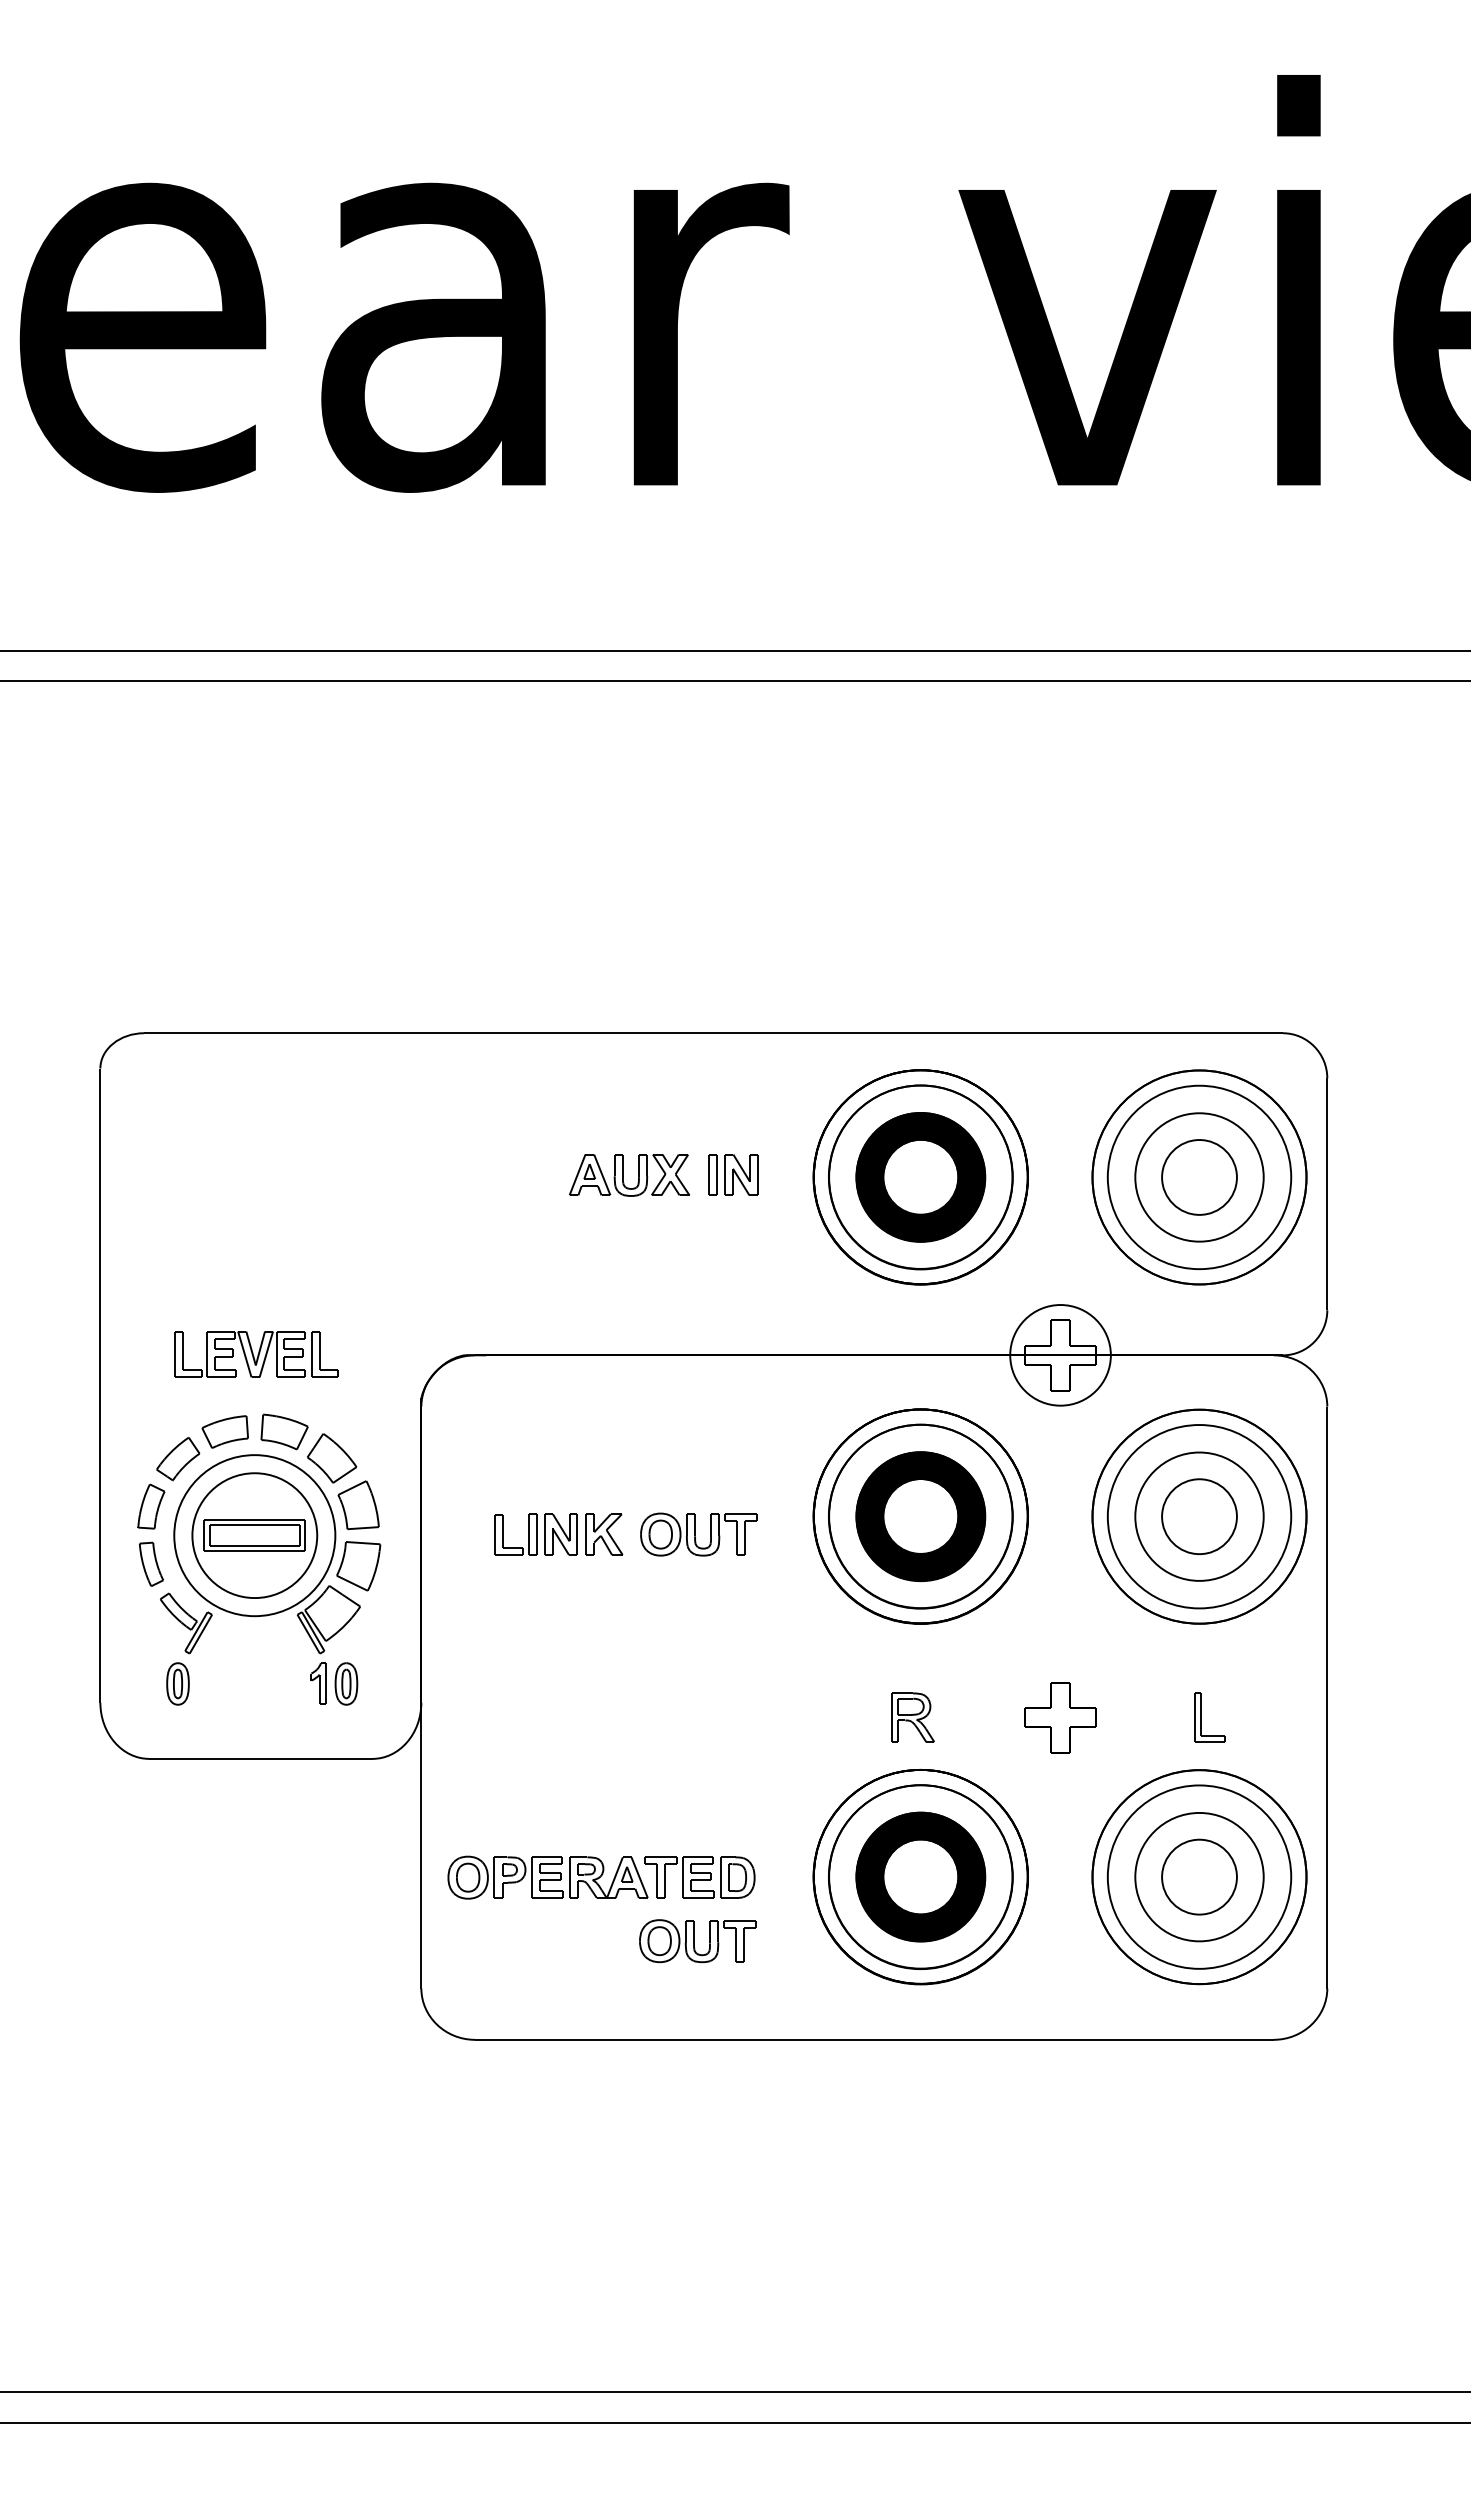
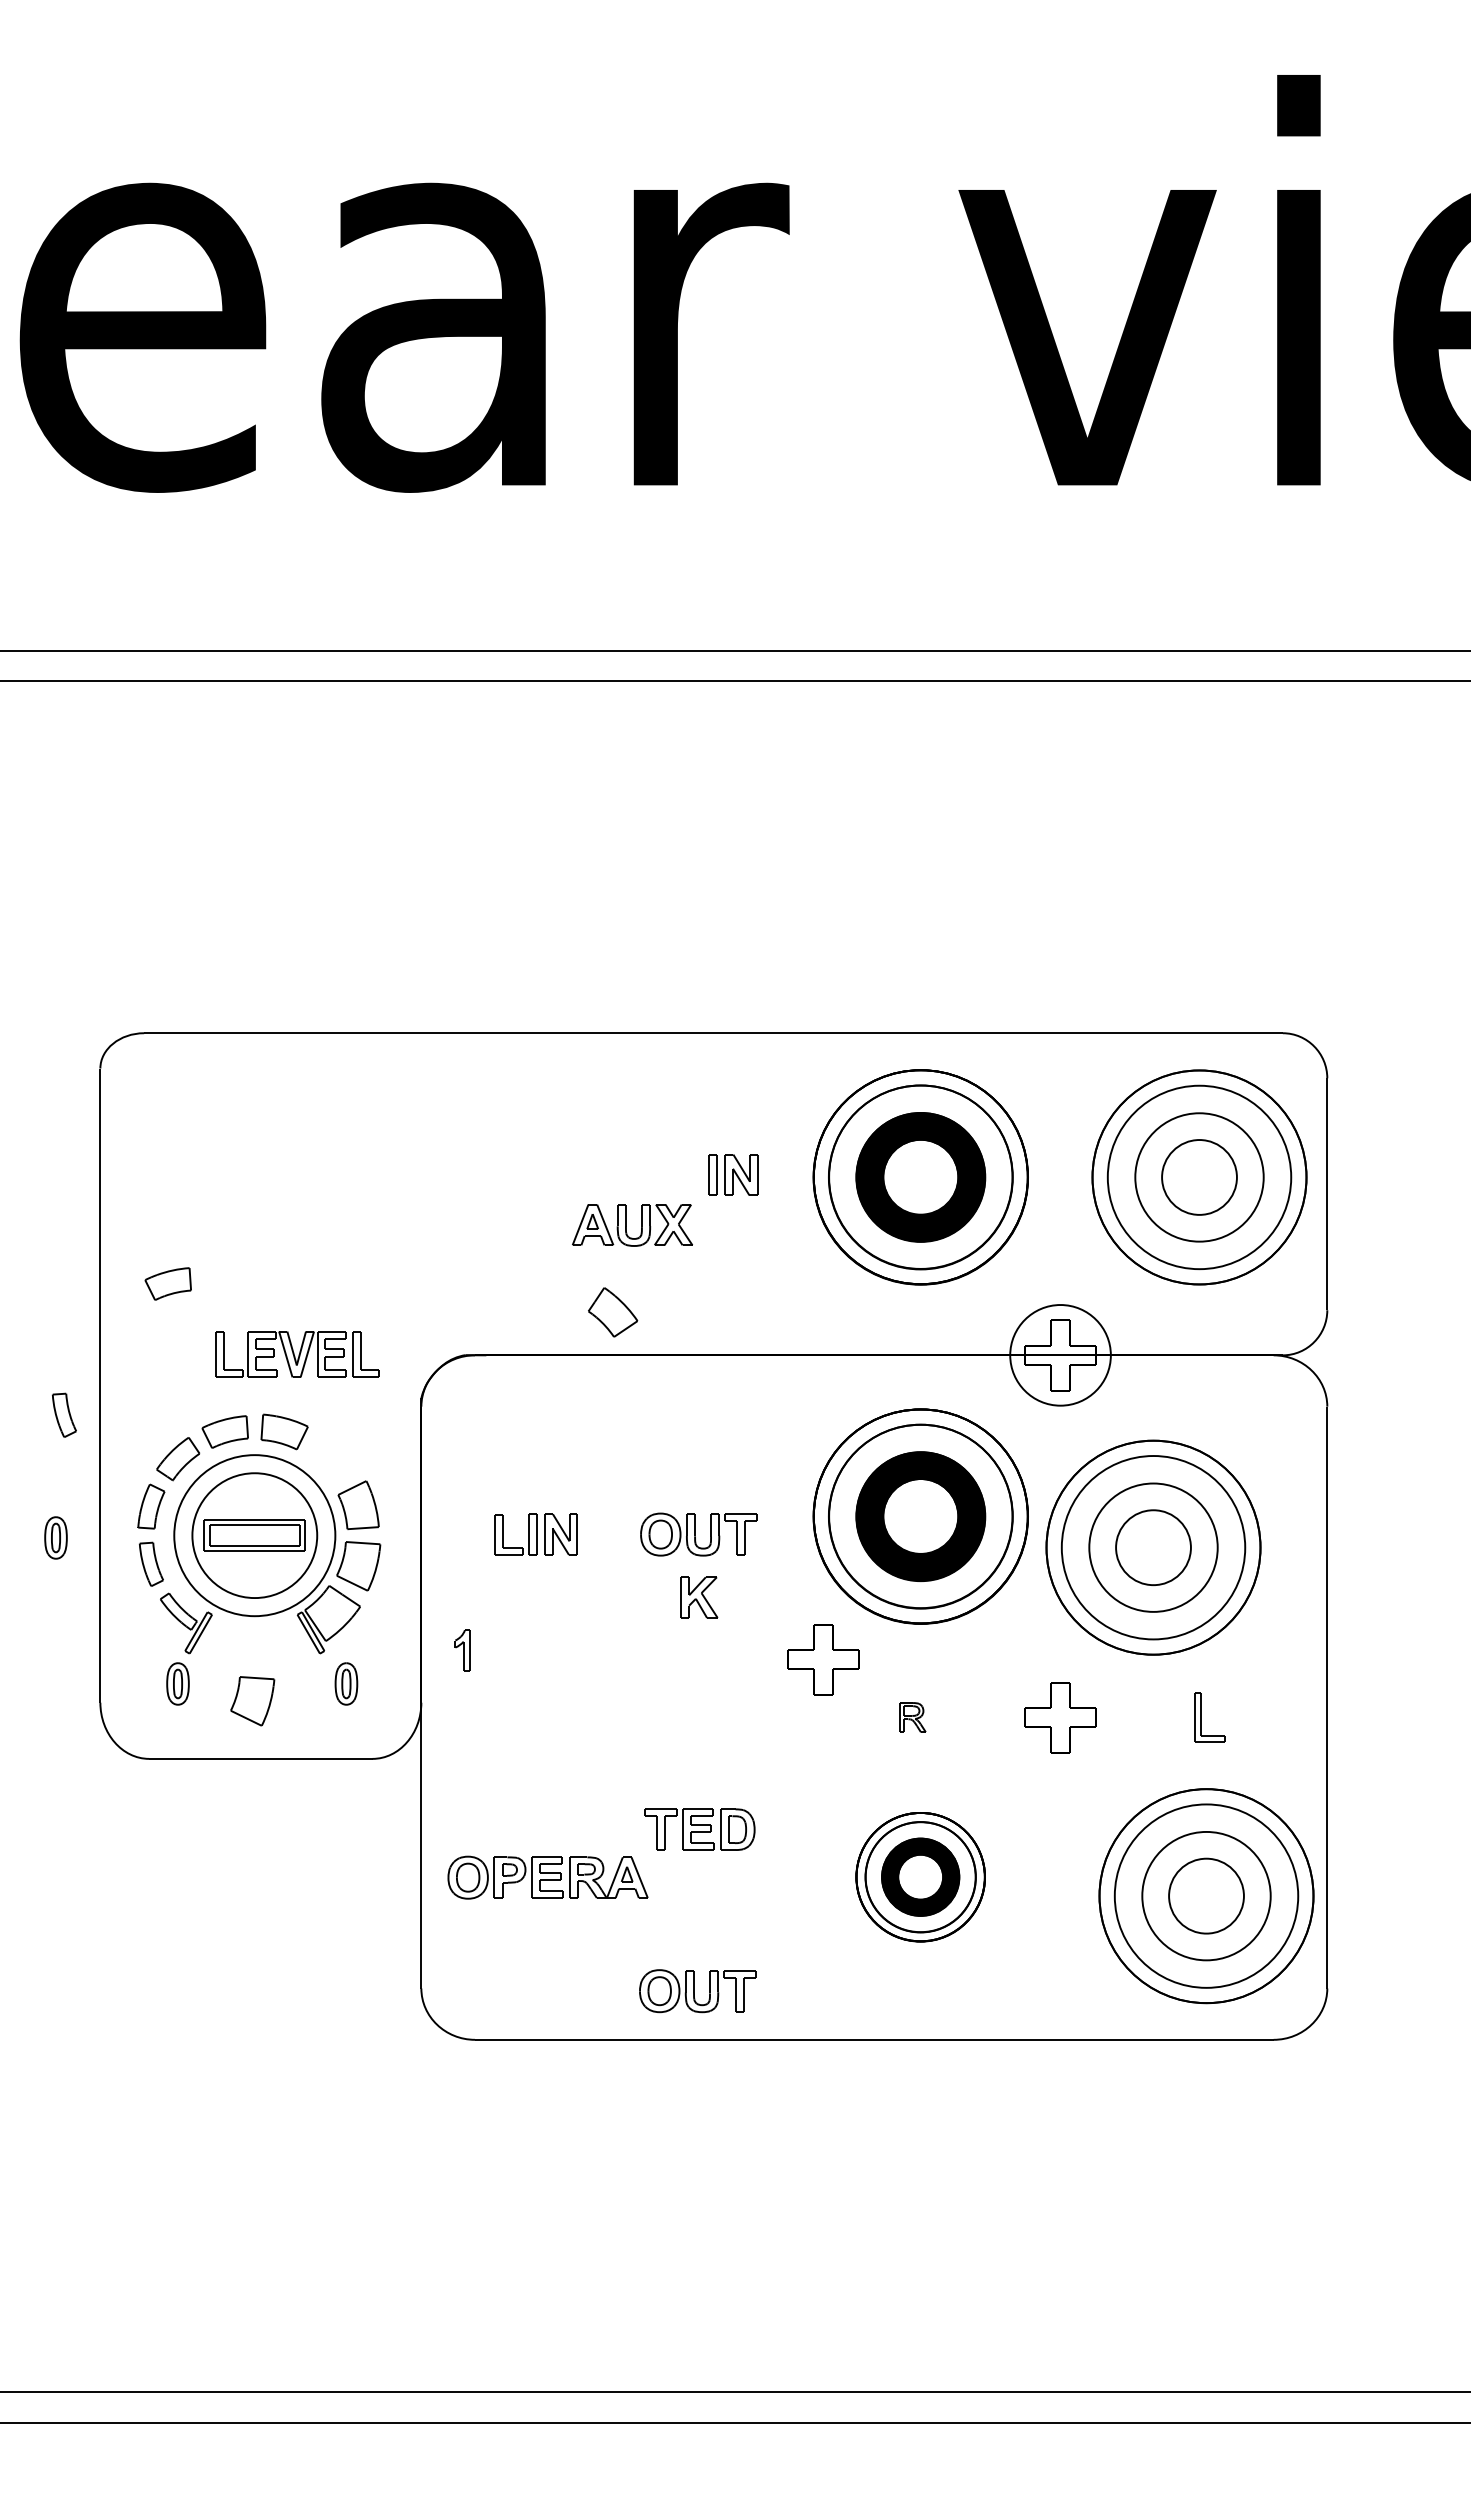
part at (629, 1175) position: (629, 1175) -> (632, 1225)
part at (167, 1283): none -> present
part at (256, 1354) position: (256, 1354) -> (297, 1354)
part at (64, 1414): none -> present
part at (332, 1458) position: (332, 1458) -> (613, 1312)
part at (1199, 1516) position: (1199, 1516) -> (1153, 1547)
part at (604, 1534) position: (604, 1534) -> (699, 1597)
part at (55, 1537): none -> present
part at (823, 1659): none -> present
part at (318, 1683) position: (318, 1683) -> (462, 1650)
part at (252, 1701): none -> present
part at (912, 1717) size: 44x51 px -> 28x31 px
part at (699, 1877) position: (699, 1877) -> (699, 1829)
part at (920, 1877) size: 217x217 px -> 131x131 px
part at (1199, 1877) position: (1199, 1877) -> (1206, 1896)
part at (697, 1941) position: (697, 1941) -> (697, 1991)
